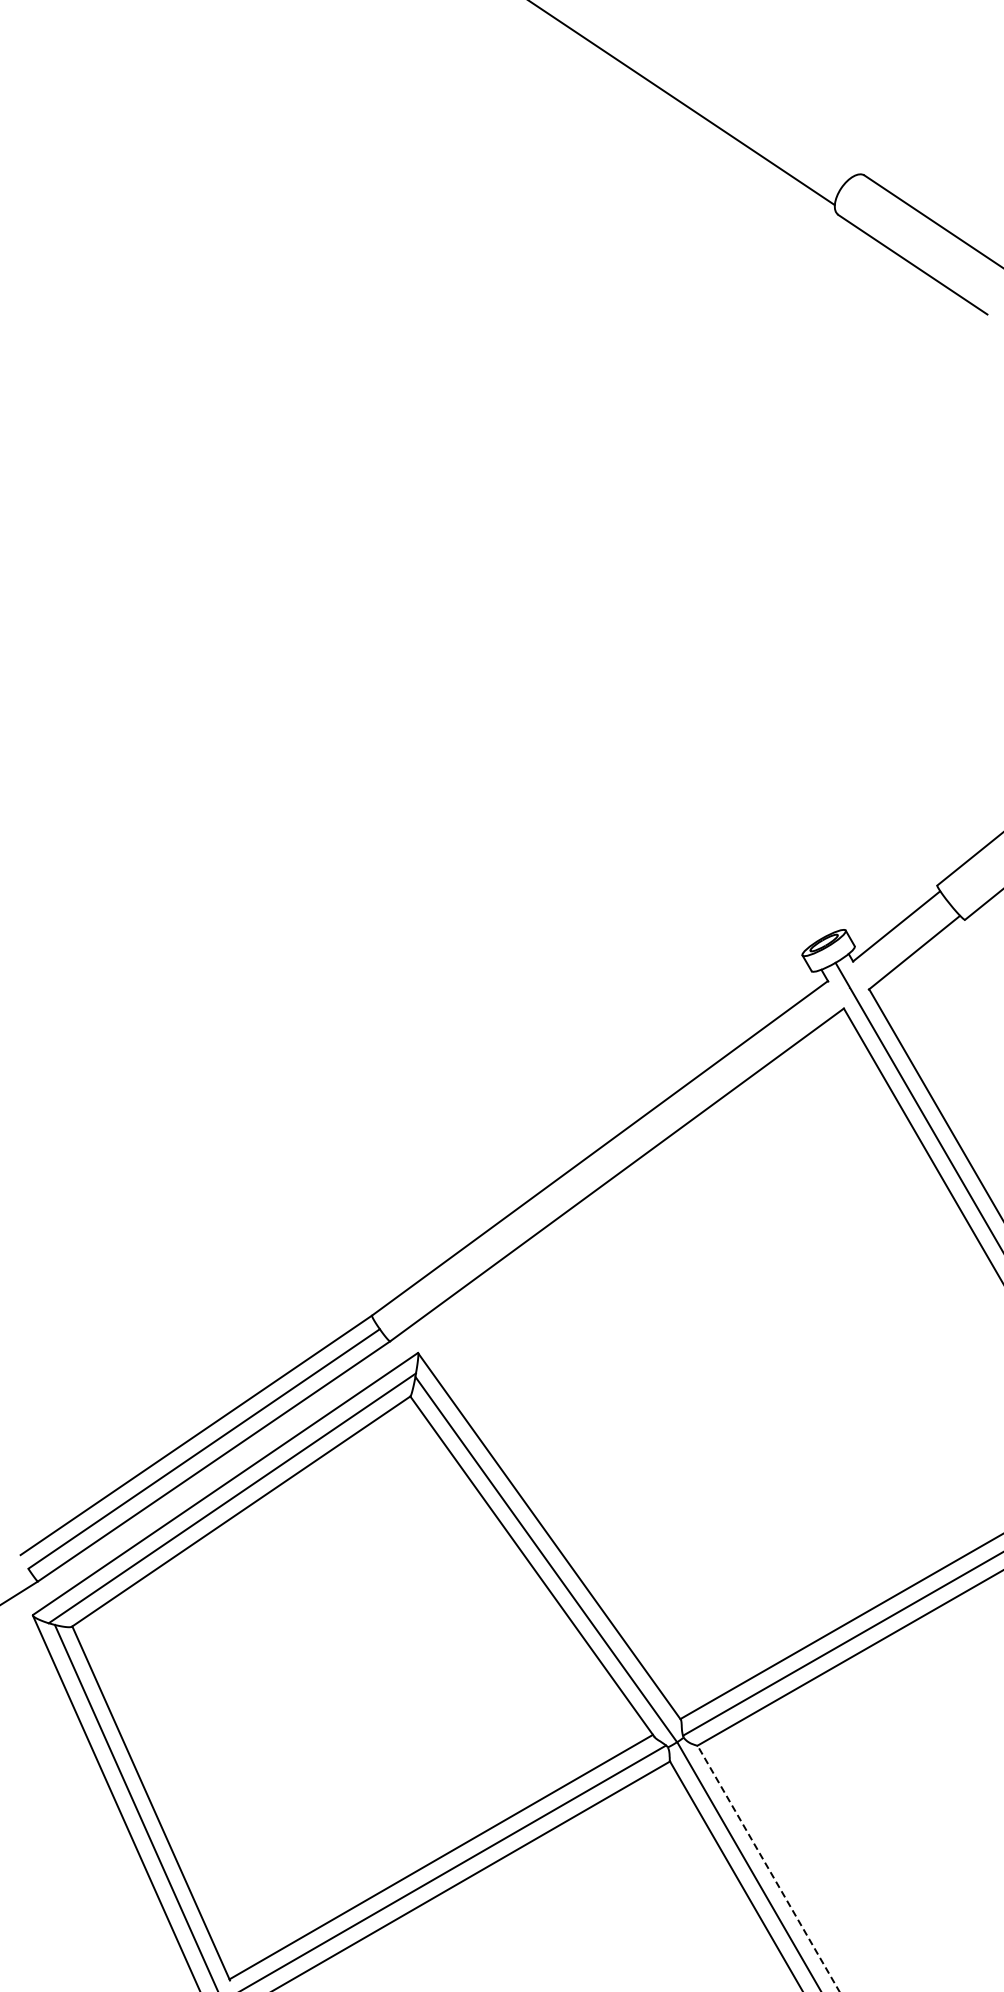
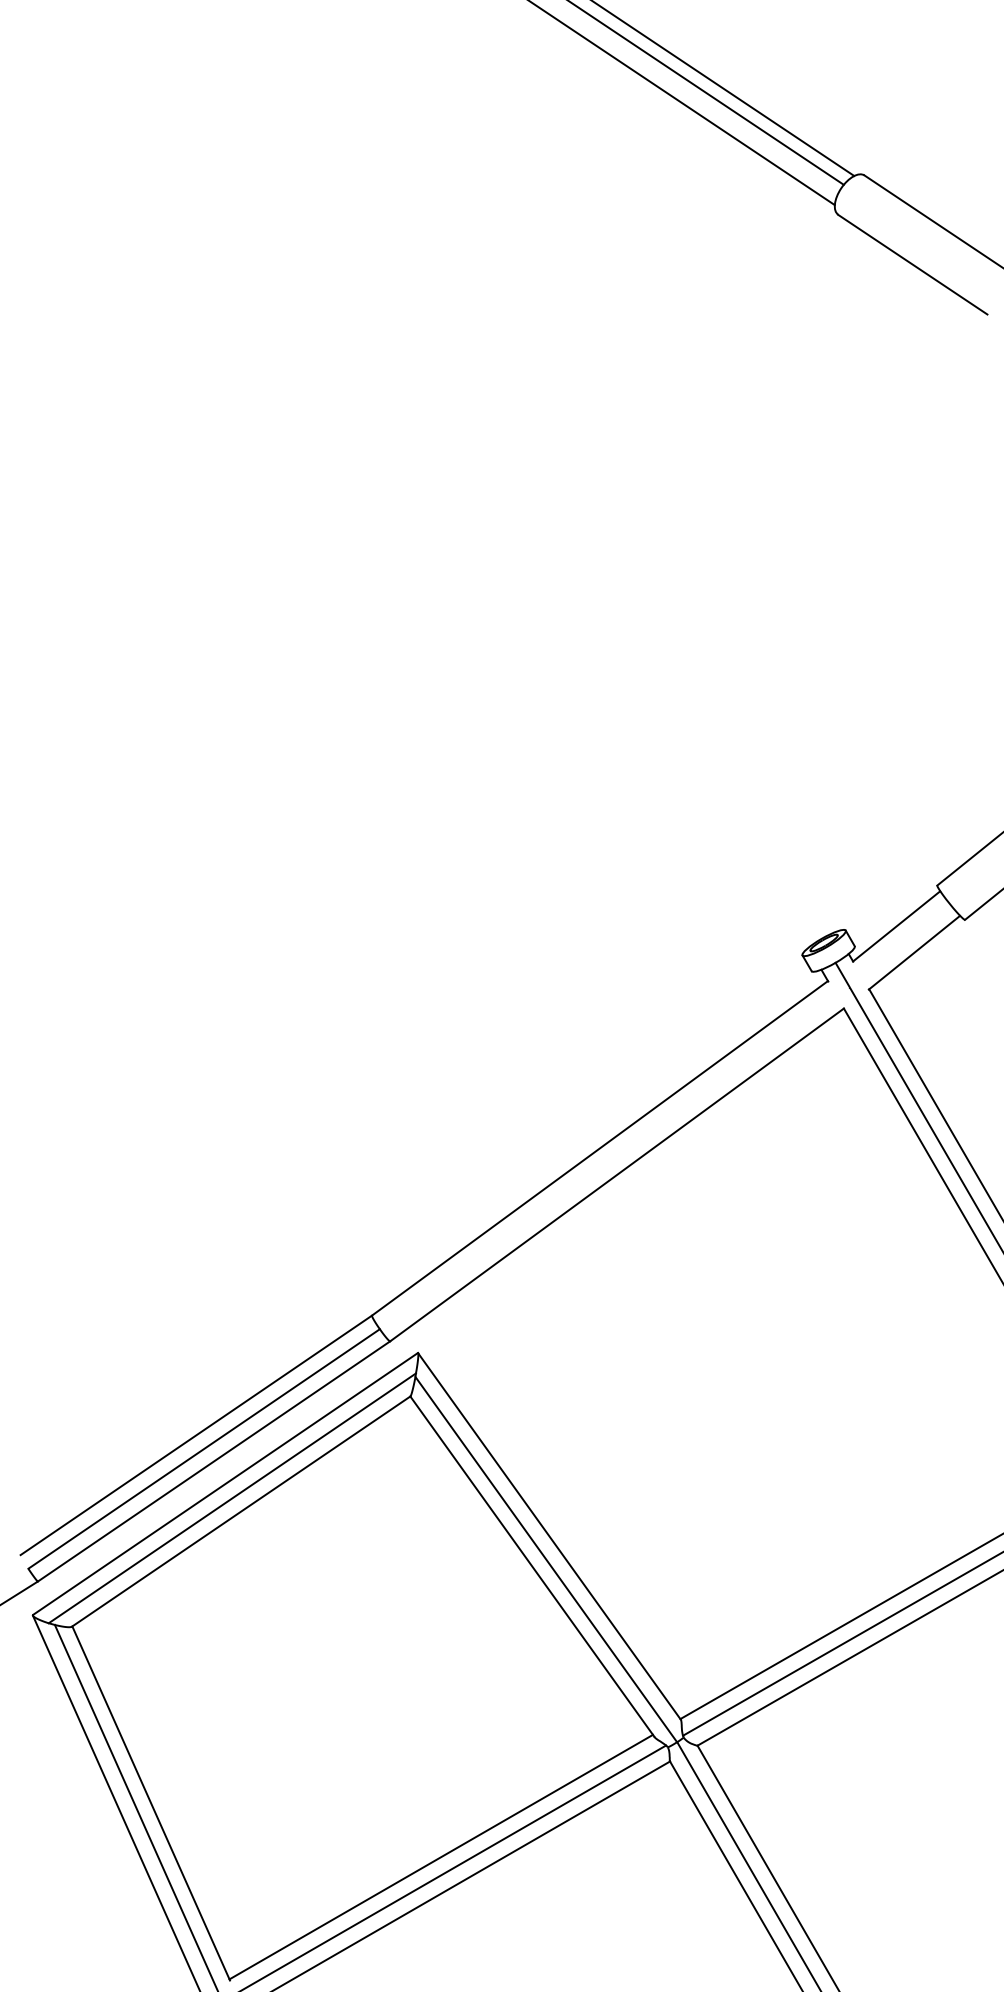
line at (723, 88): none -> present
line at (706, 93): none -> present
line at (768, 1868): dashed -> solid
